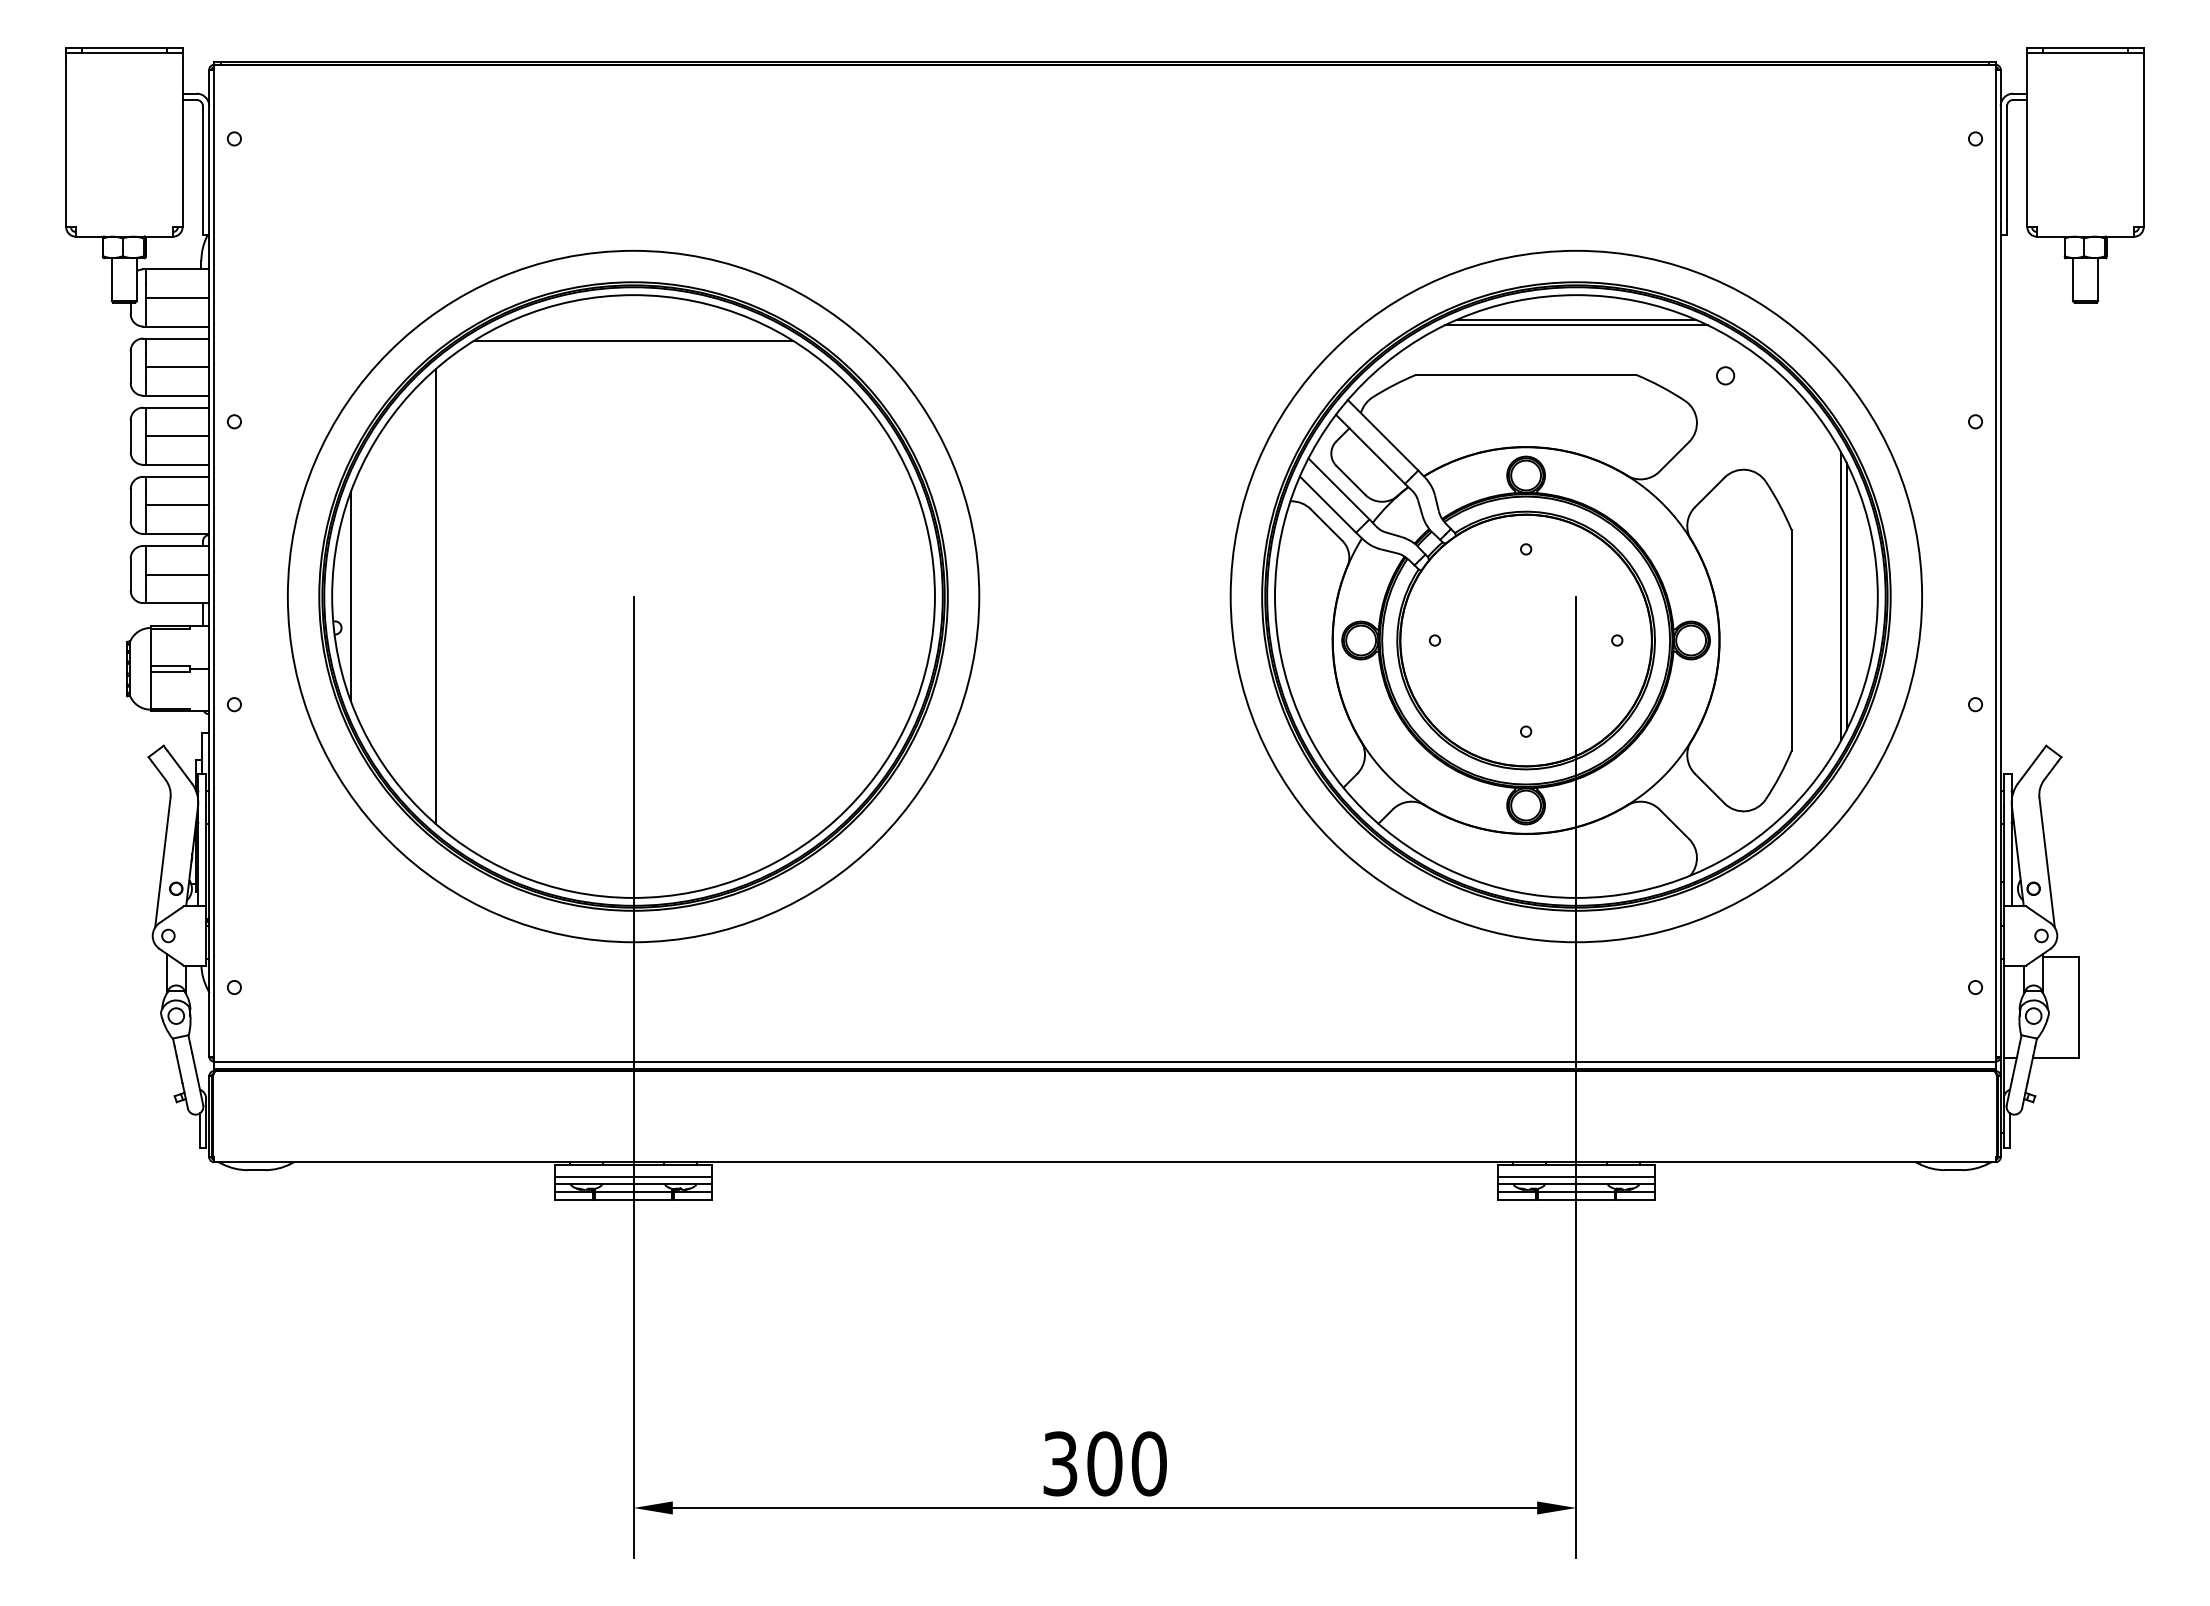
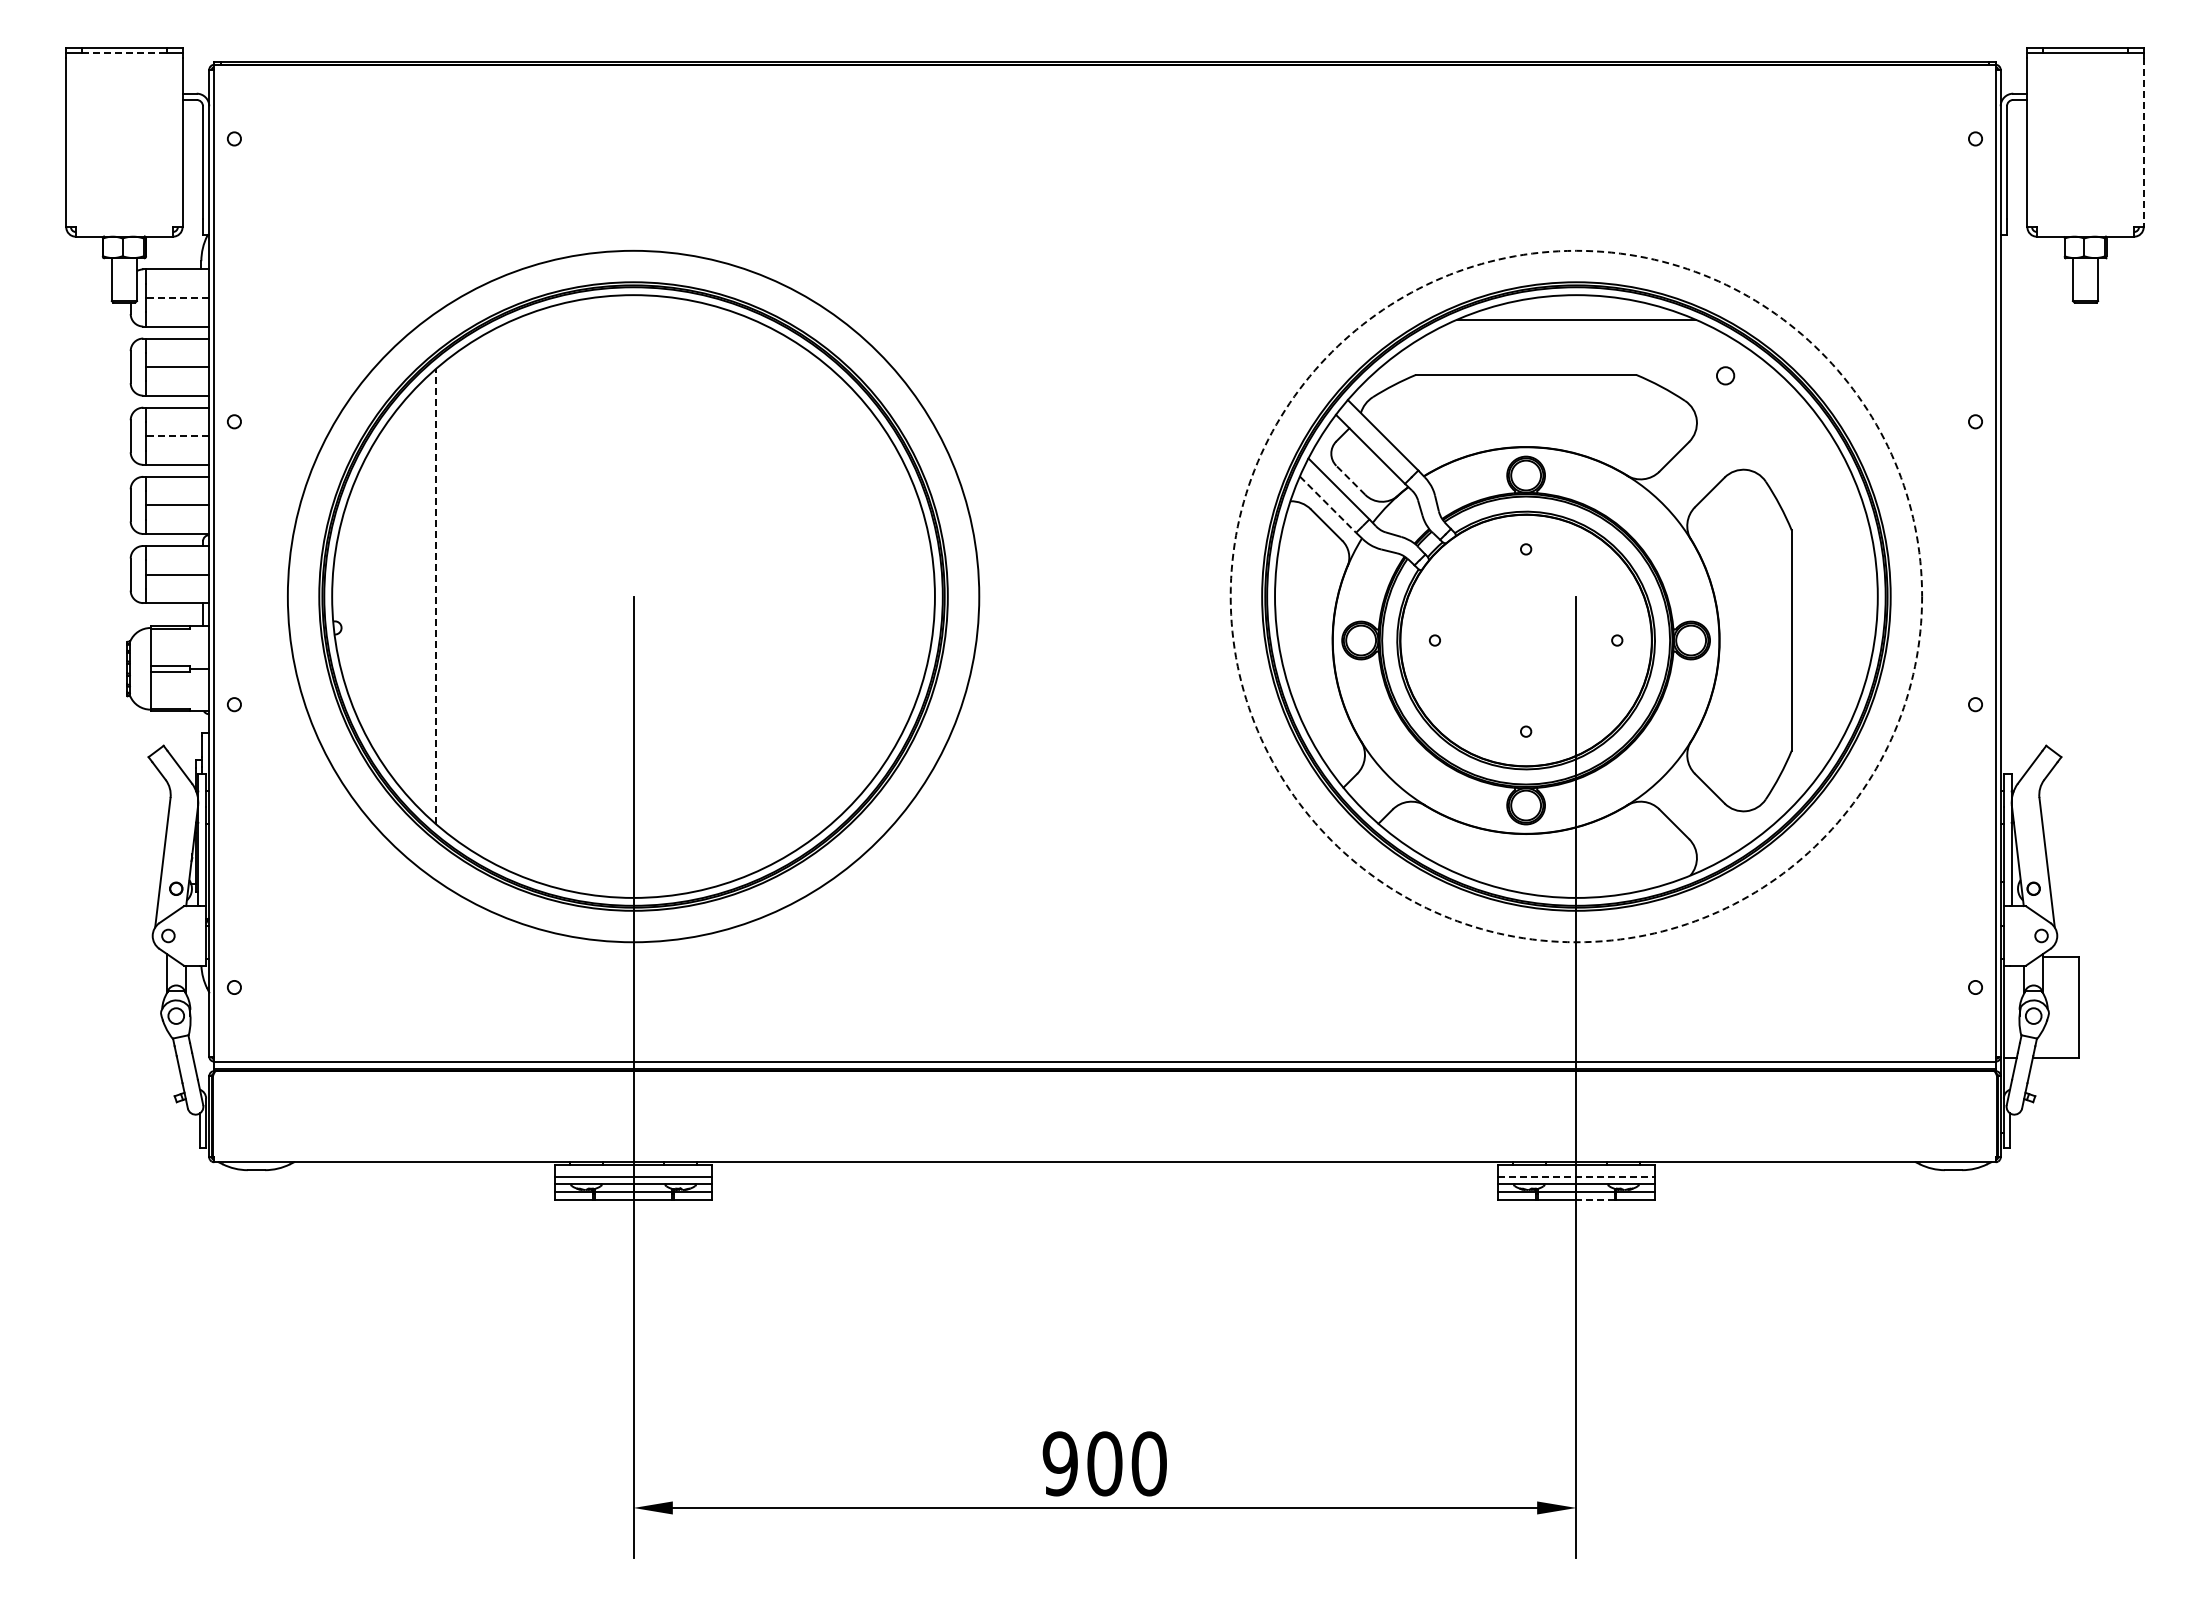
line at (124, 52): solid -> dashed
line at (2143, 142): solid -> dashed
line at (177, 297): solid -> dashed
line at (1576, 325): present -> none
line at (633, 340): present -> none
line at (177, 436): solid -> dashed
line at (1350, 479): solid -> dashed
line at (1328, 504): solid -> dashed
line at (350, 596): present -> none
line at (435, 596): solid -> dashed
circle at (1576, 596): solid -> dashed
line at (1841, 596): present -> none
line at (1846, 596): present -> none
line at (1576, 1176): solid -> dashed
line at (1595, 1199): solid -> dashed
text at (1059, 1463): 300 -> 900
